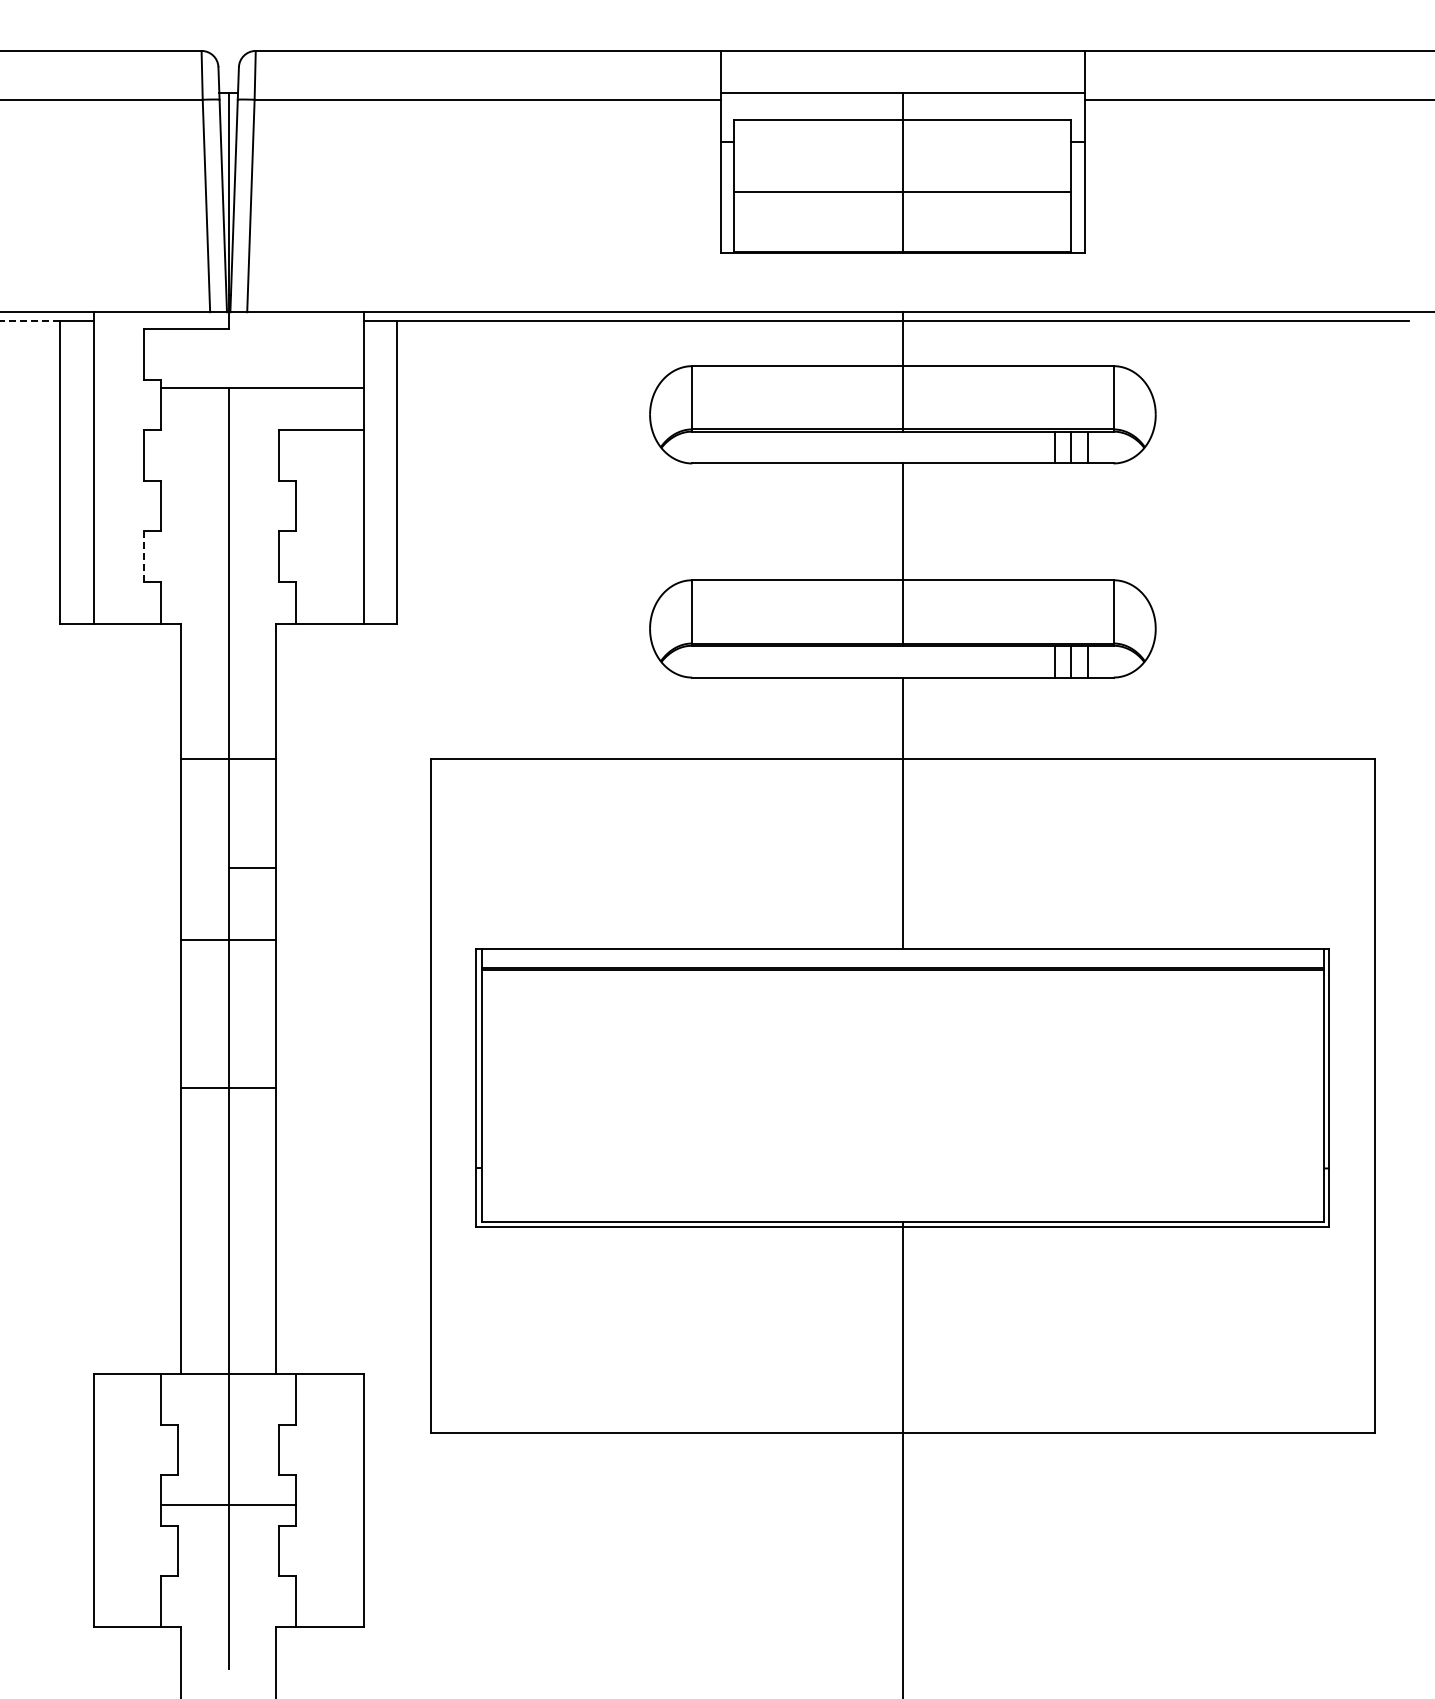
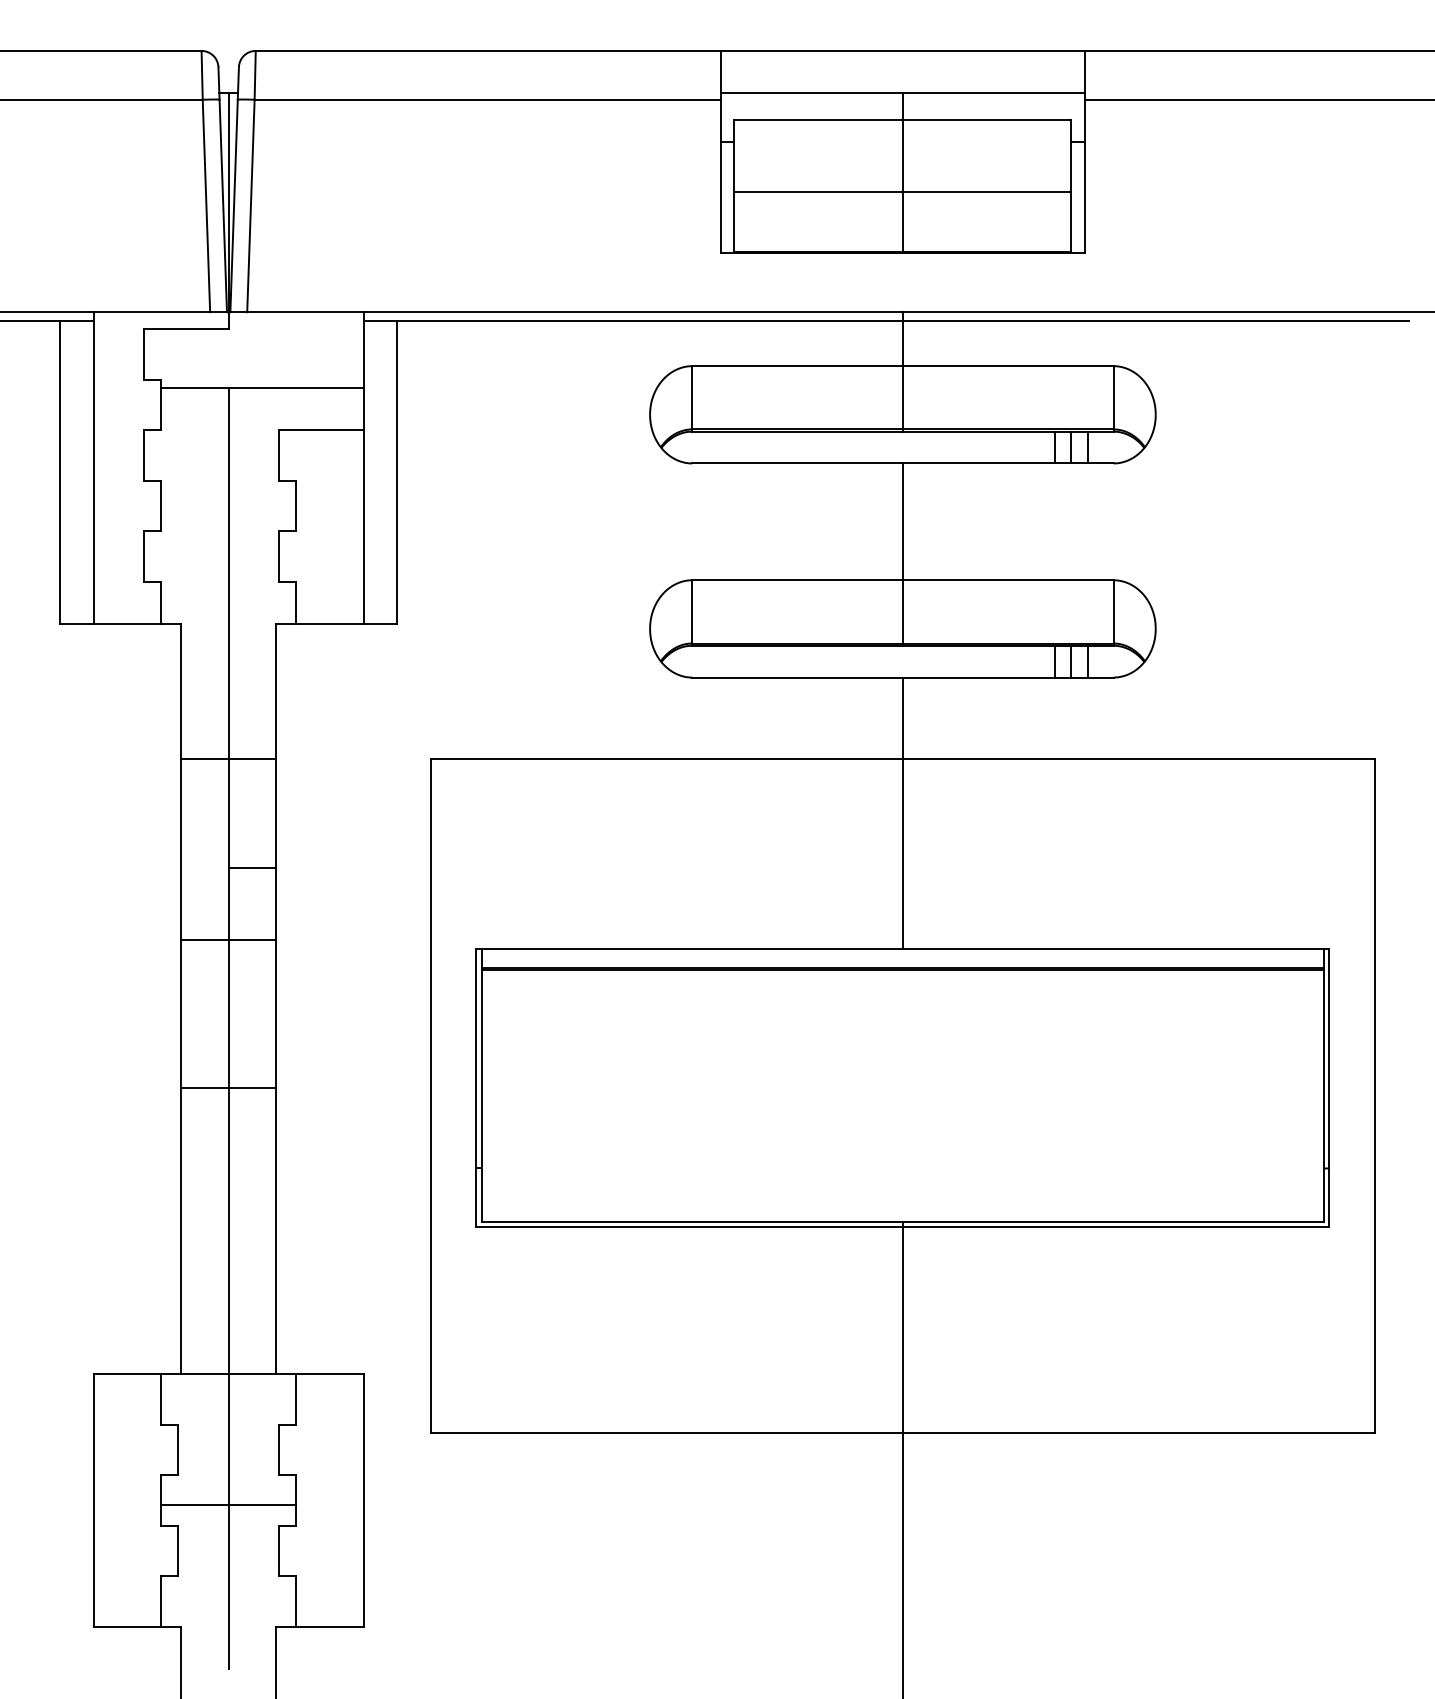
line at (30, 320): dashed -> solid
line at (144, 557): dashed -> solid
